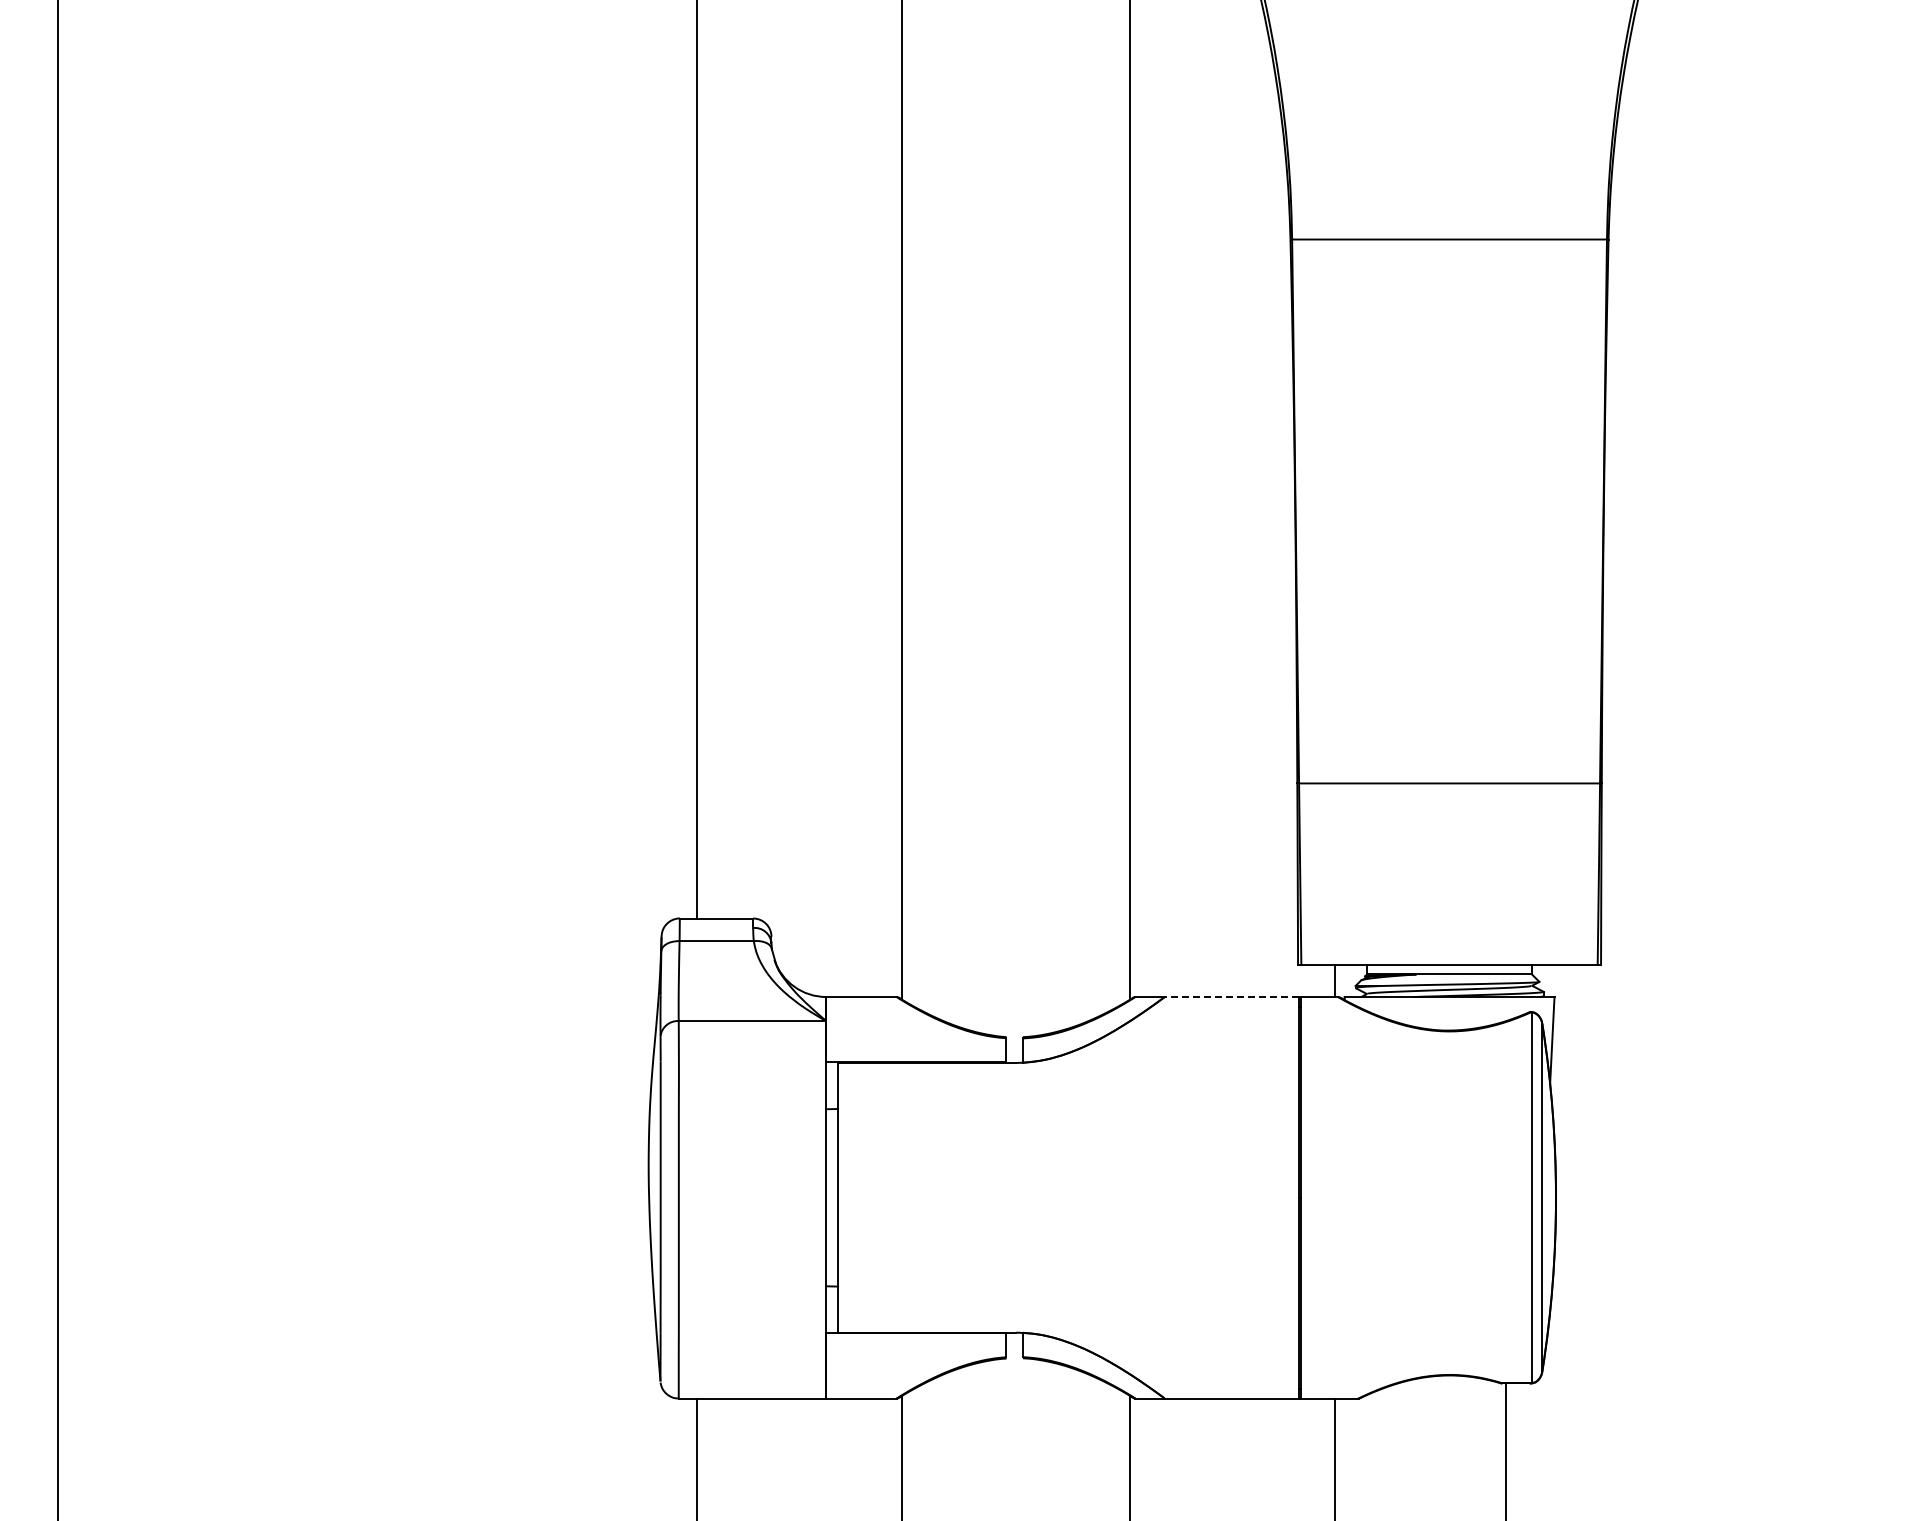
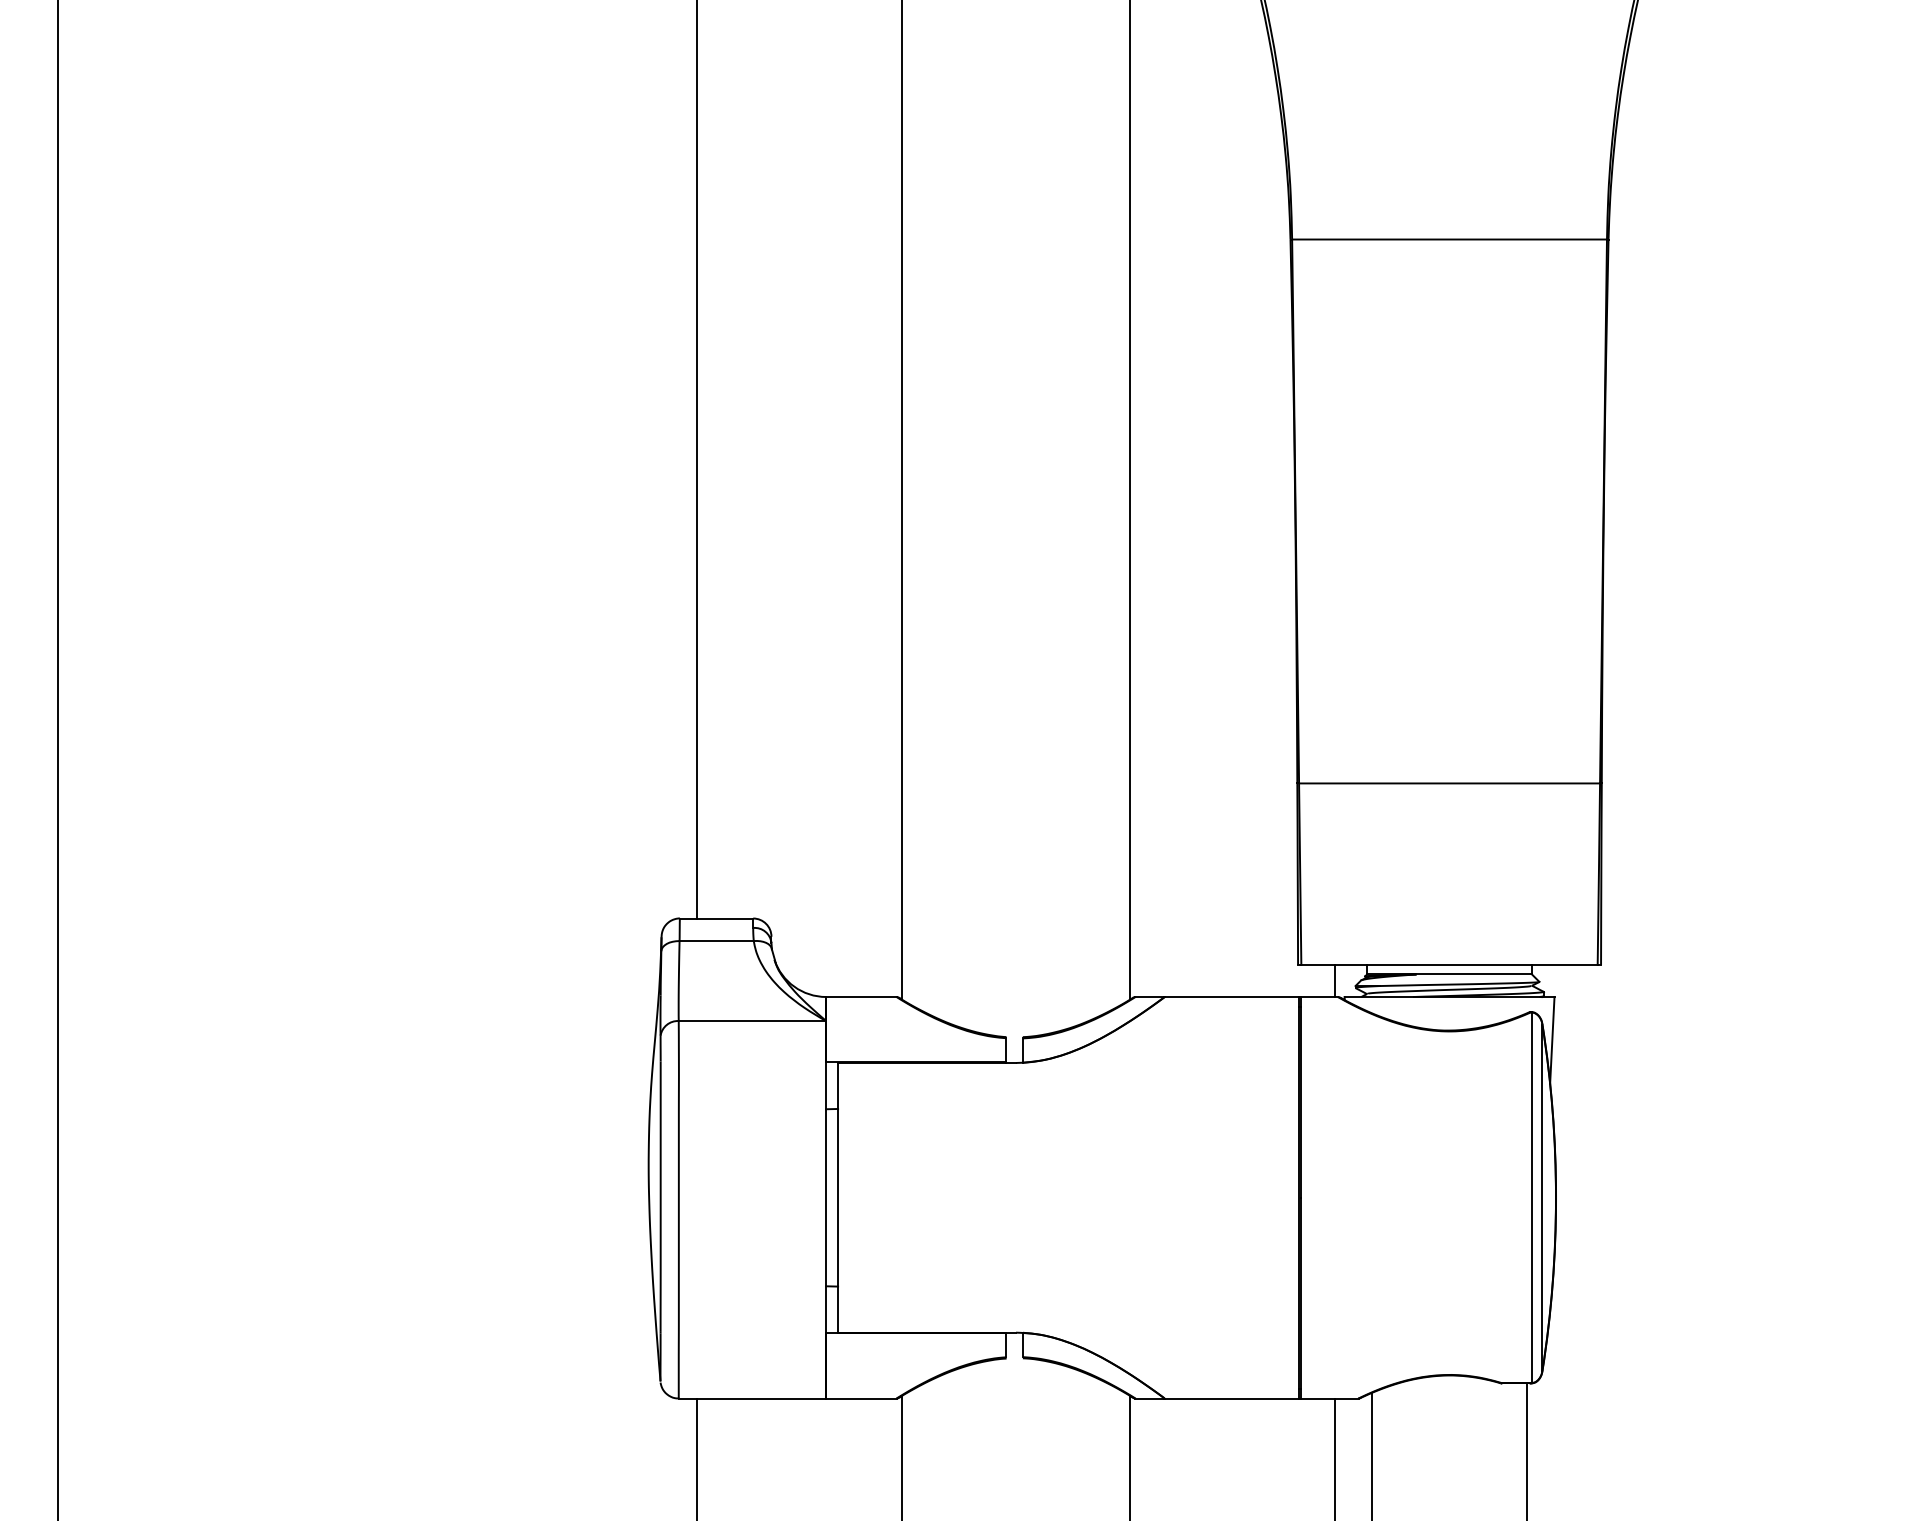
line at (1231, 996): dashed -> solid
line at (1506, 1450) position: (1506, 1450) -> (1527, 1450)
line at (1371, 1454): none -> present
